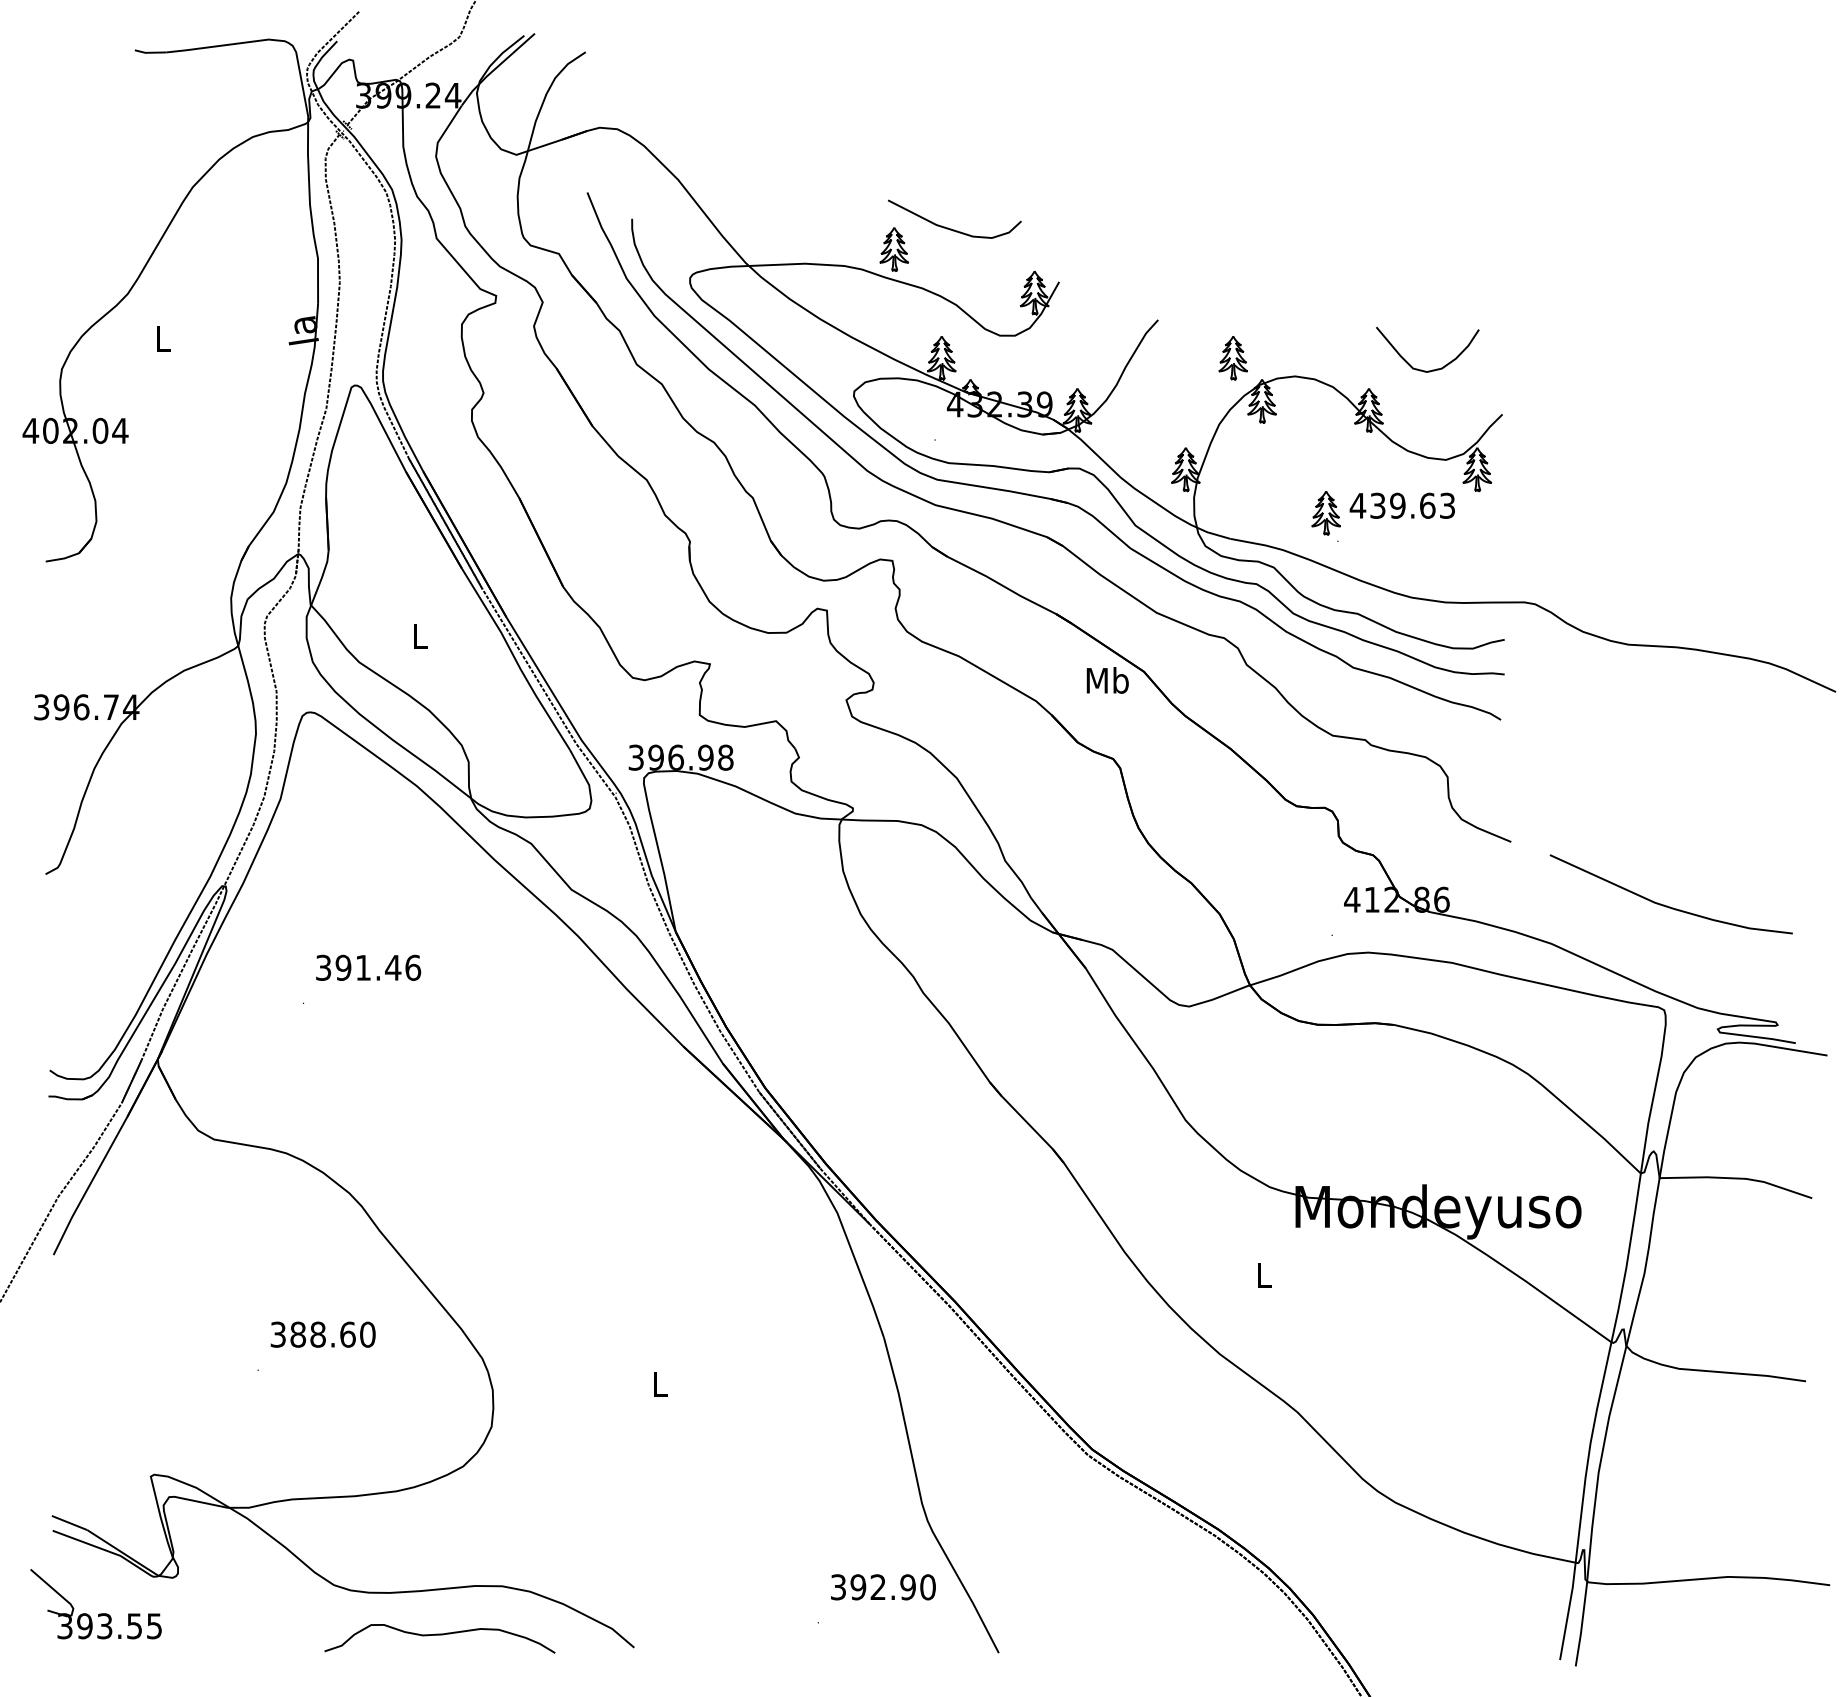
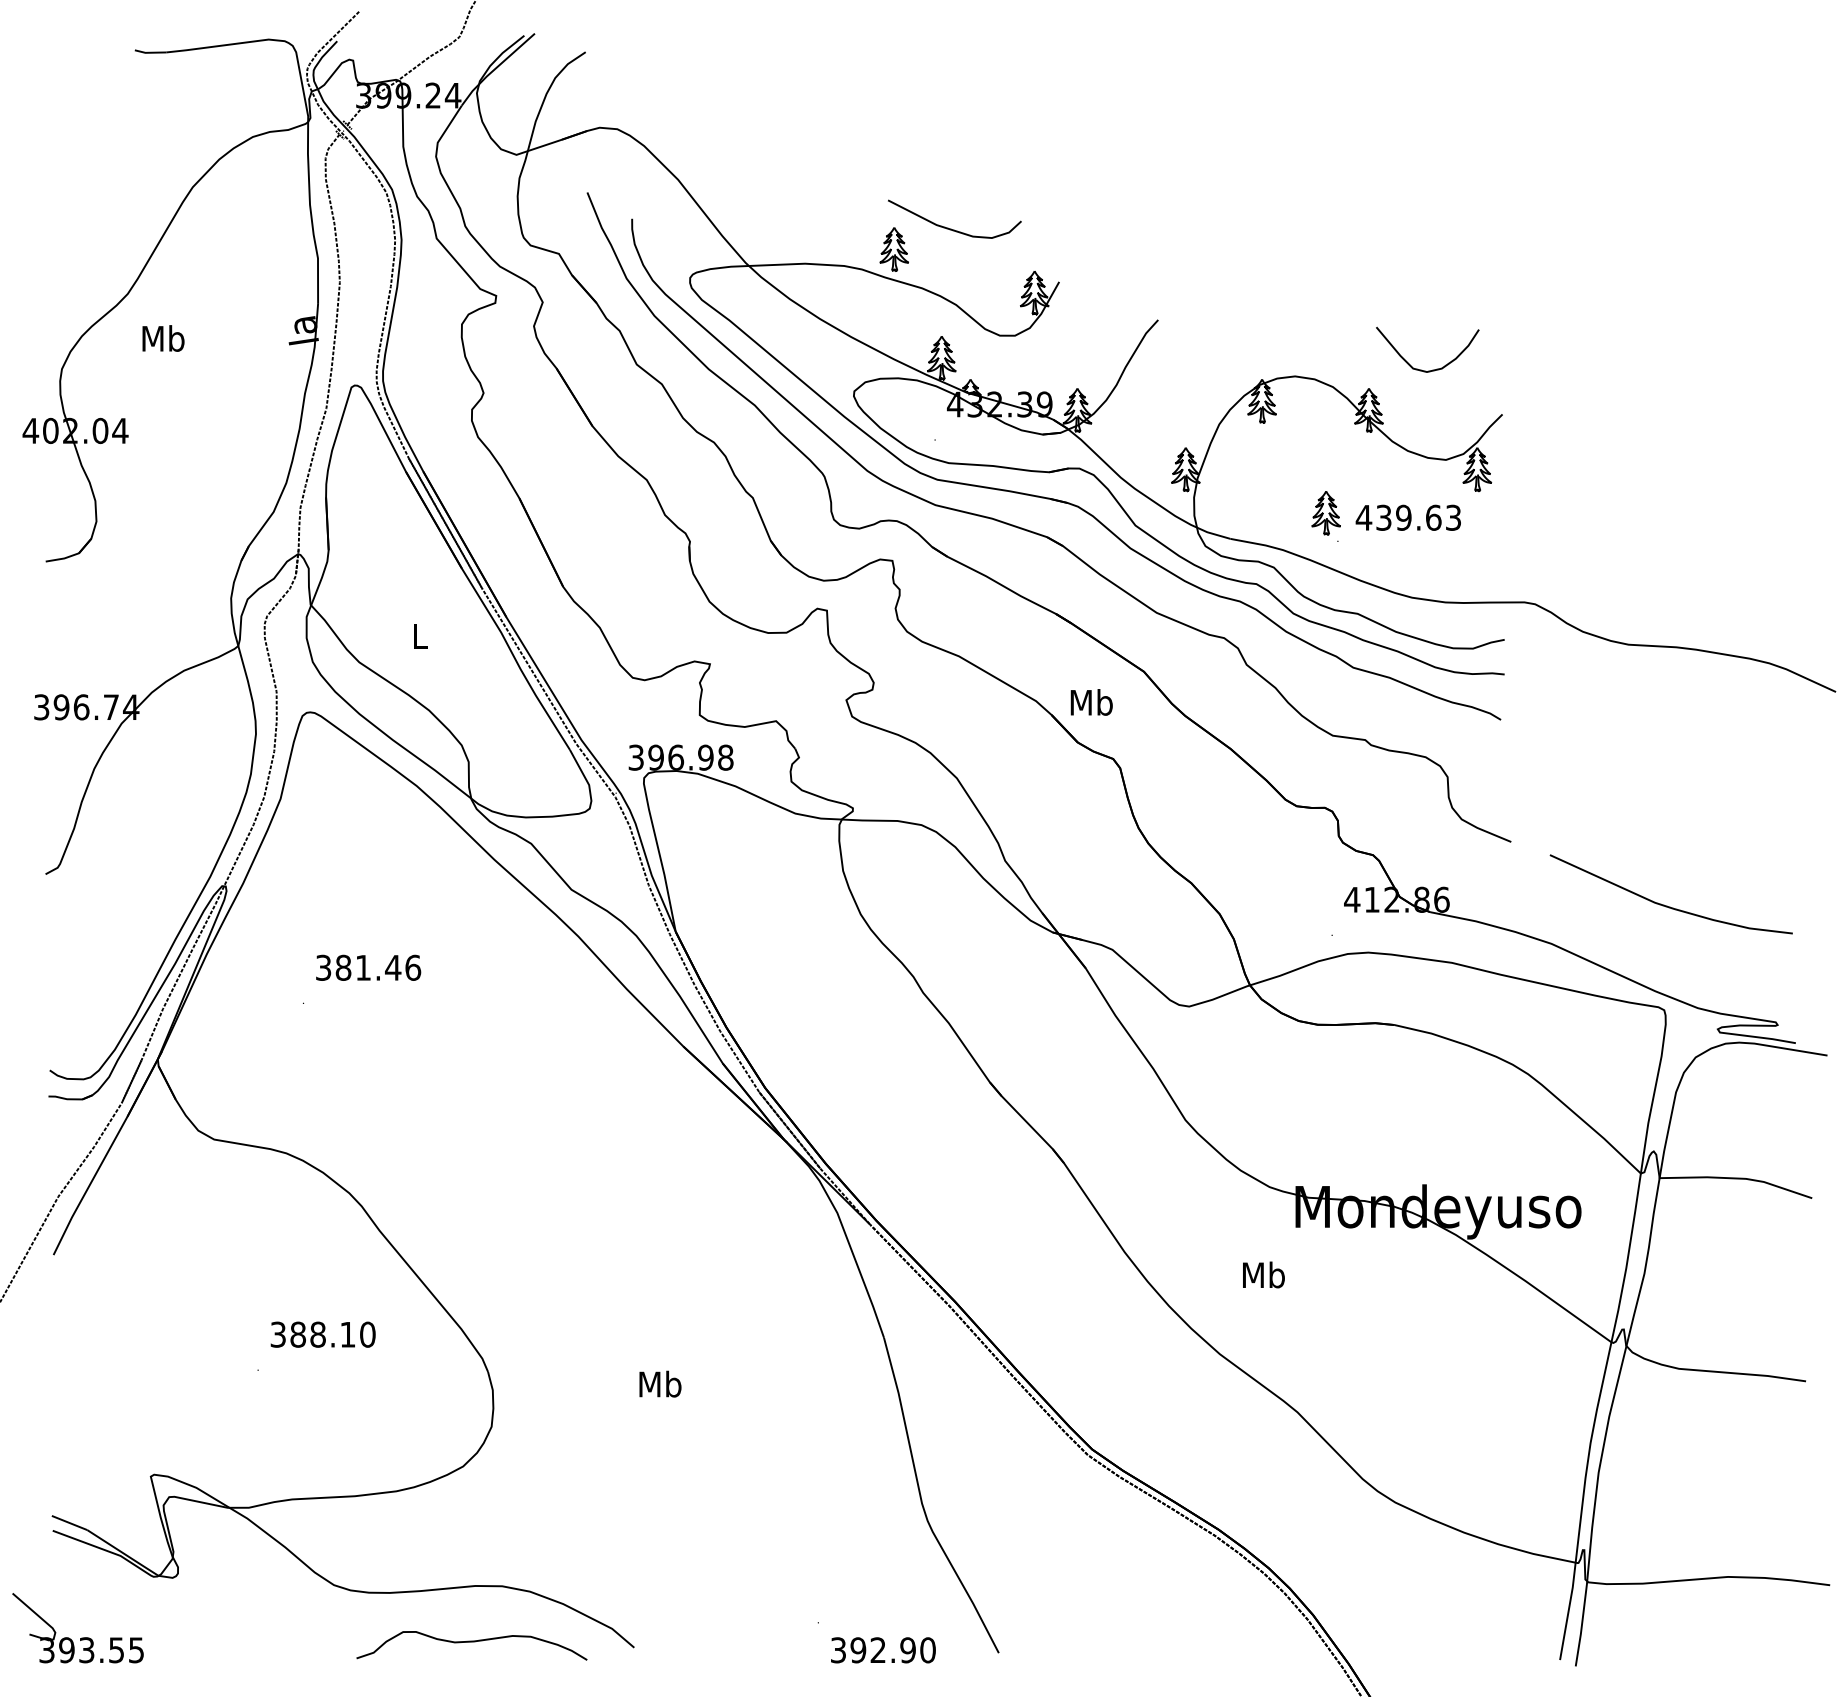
text at (163, 338): L -> Mb
part at (1232, 358): present -> none
text at (1401, 505) position: (1401, 505) -> (1407, 517)
text at (1107, 680) position: (1107, 680) -> (1091, 702)
text at (343, 967): 391.46 -> 381.46
text at (1263, 1274): L -> Mb
text at (347, 1334): 388.60 -> 388.10
text at (660, 1383): L -> Mb
text at (883, 1587) position: (883, 1587) -> (883, 1650)
part at (99, 1613) position: (99, 1613) -> (81, 1637)
curve at (439, 1635) position: (439, 1635) -> (471, 1642)
